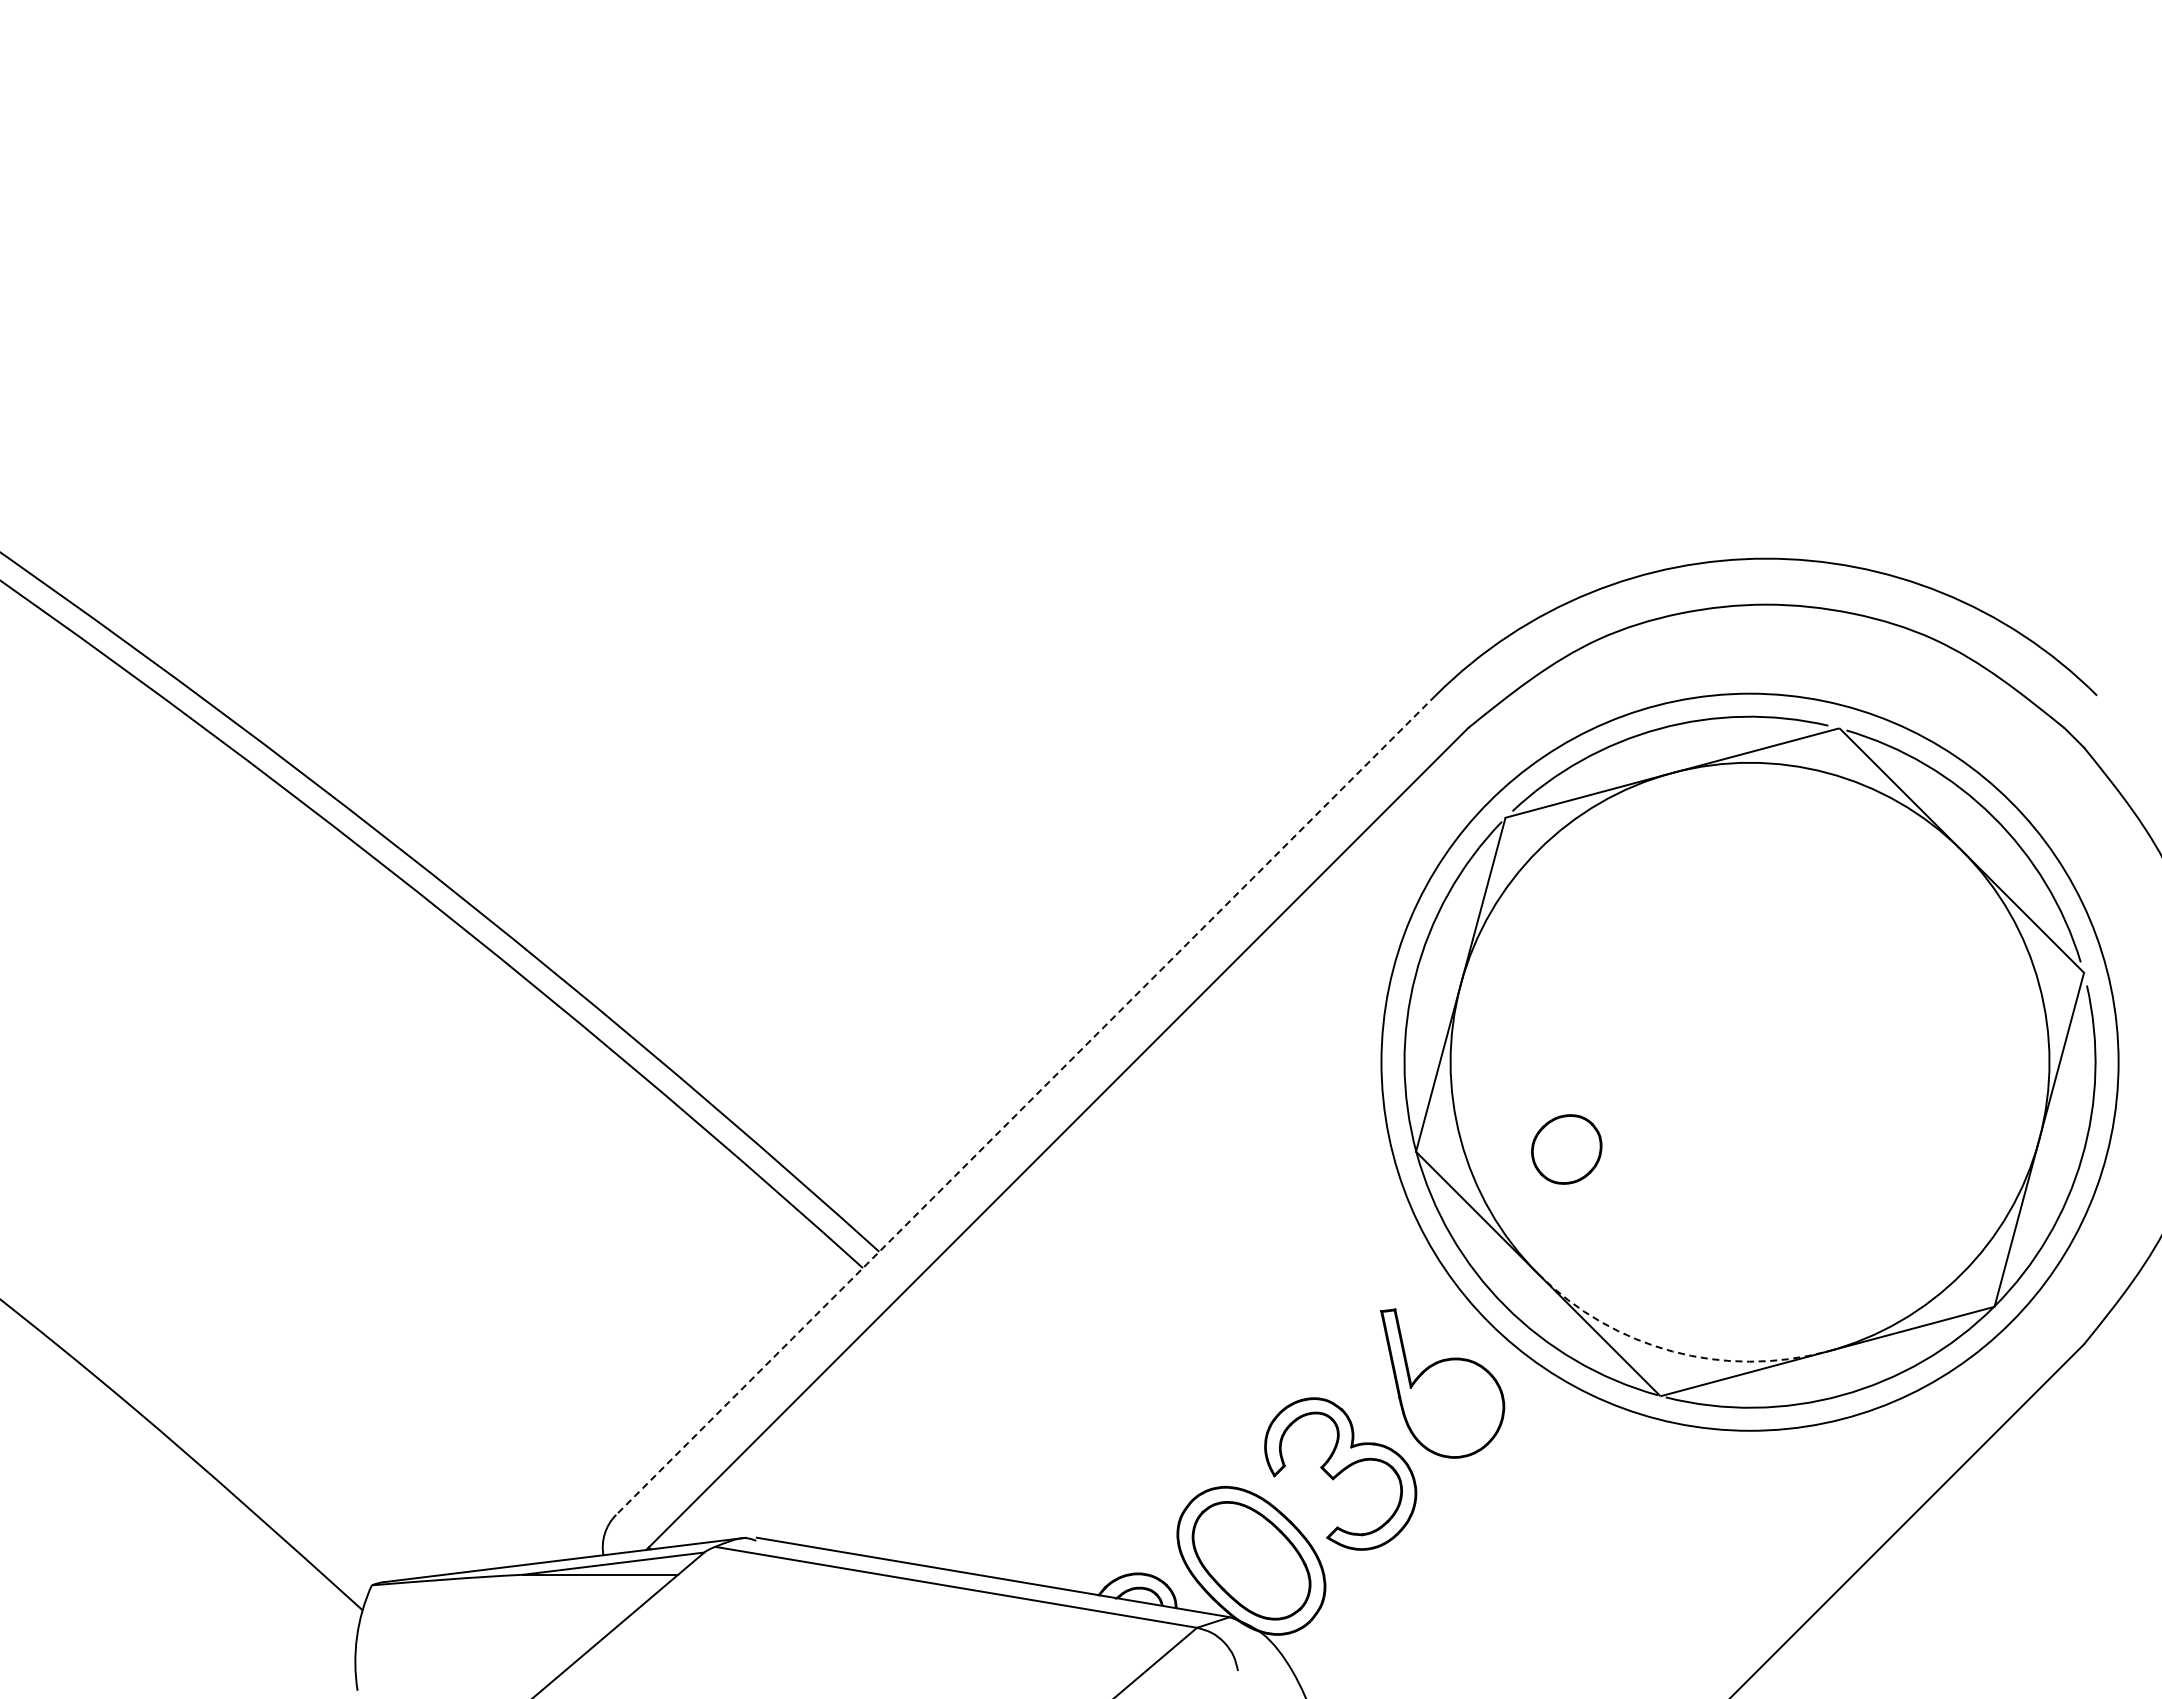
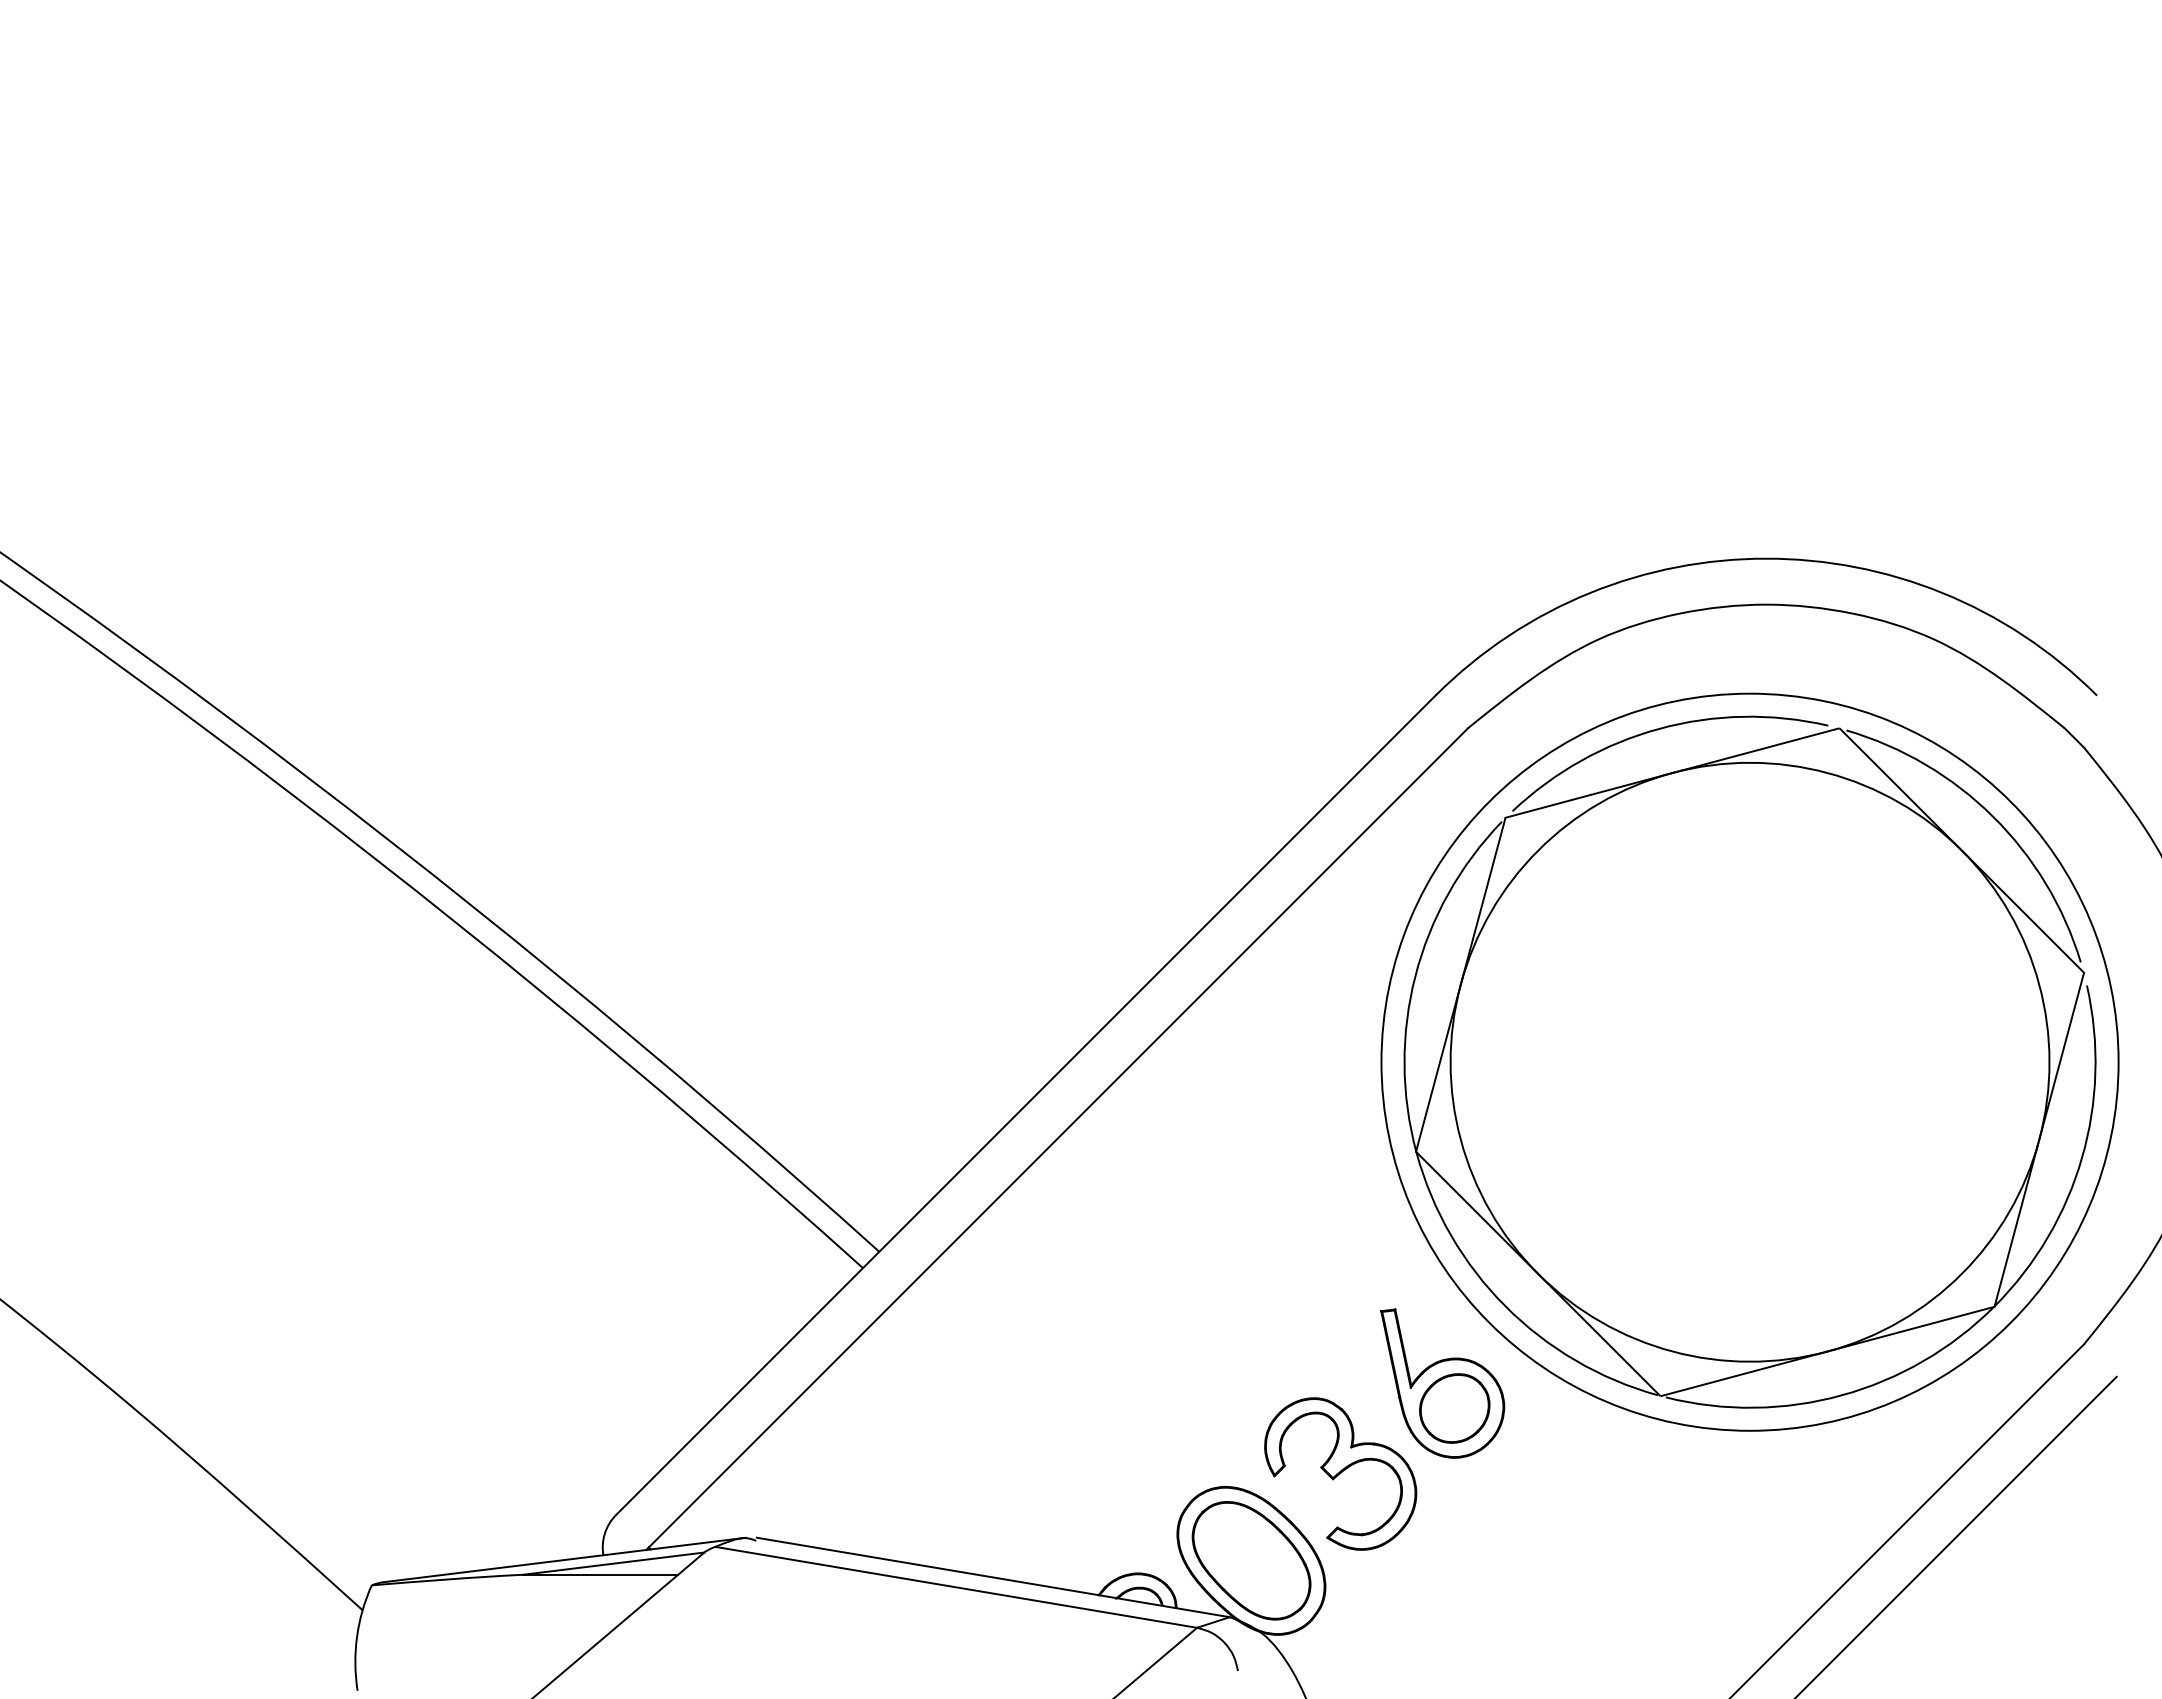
line at (1025, 1105): dashed -> solid
part at (1566, 1149) position: (1566, 1149) -> (1454, 1408)
arc at (1672, 1351): dashed -> solid
line at (1956, 1535): none -> present
